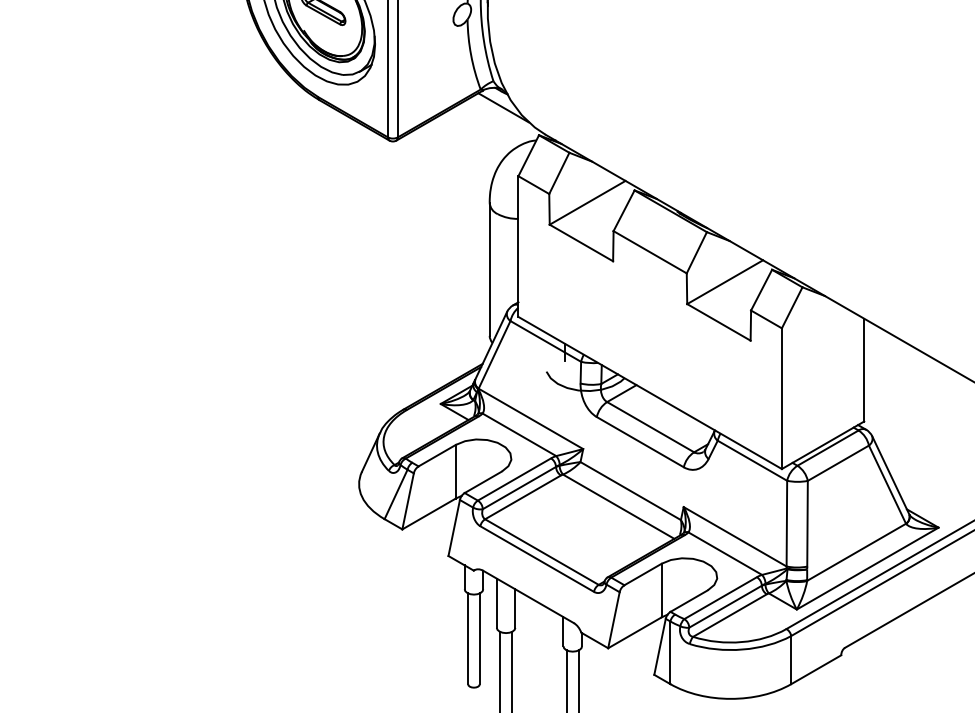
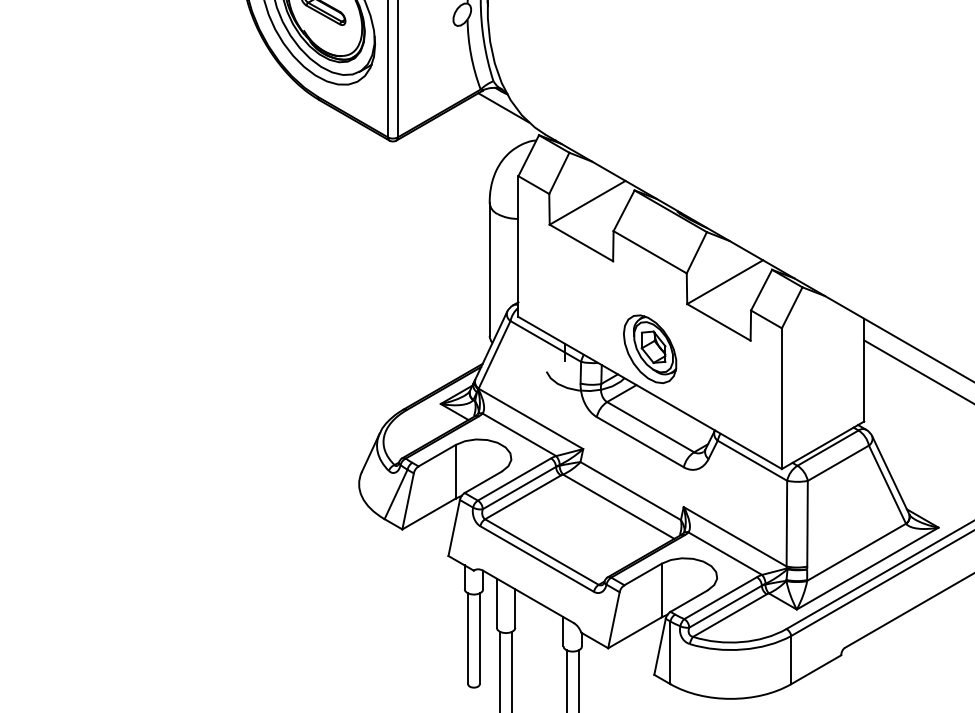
part at (650, 349): none -> present
line at (917, 371): none -> present
